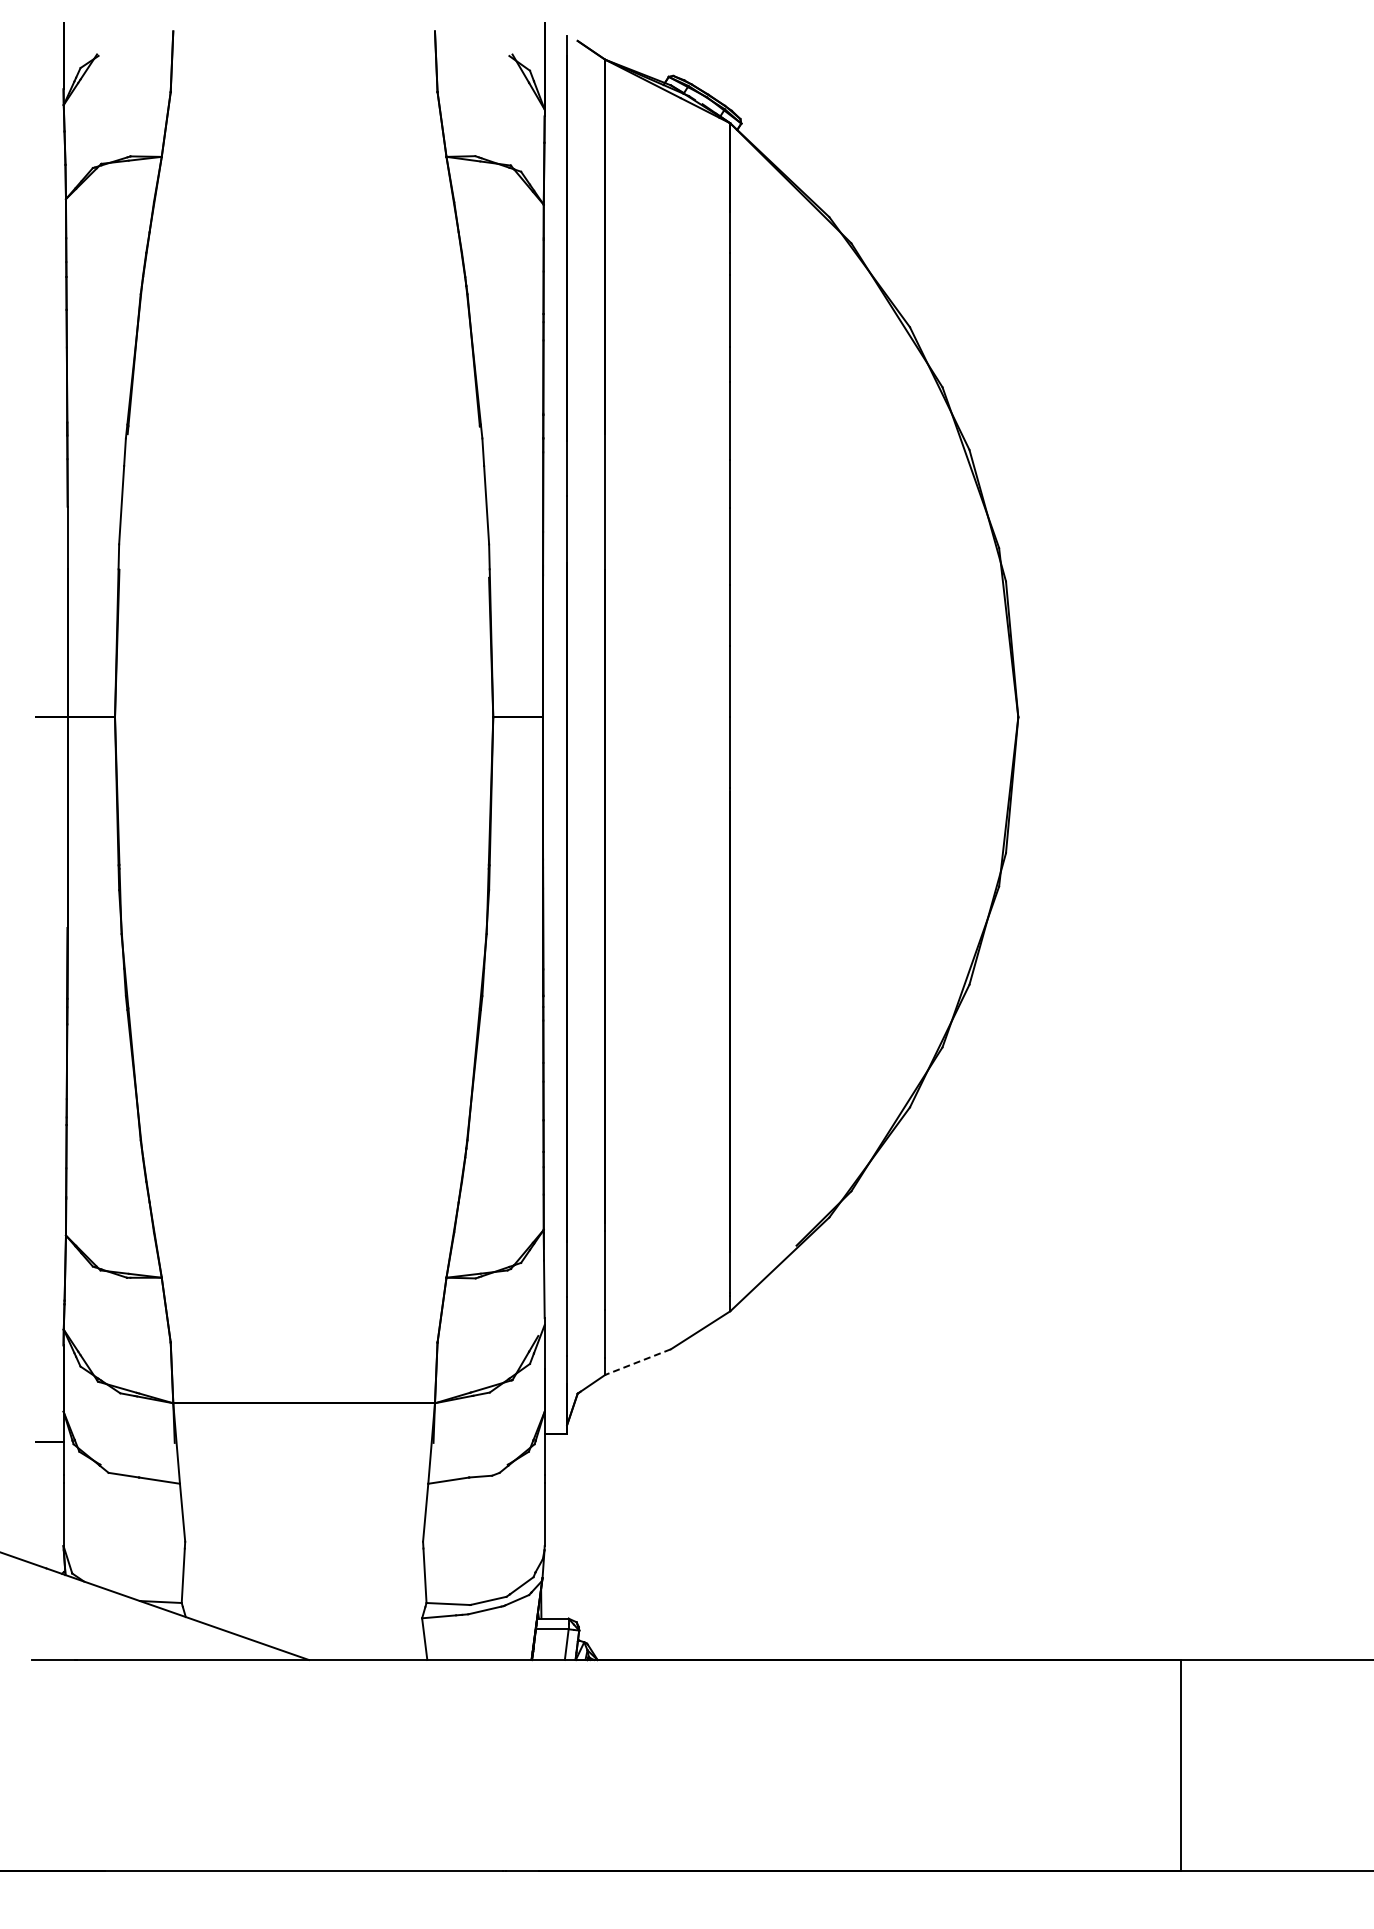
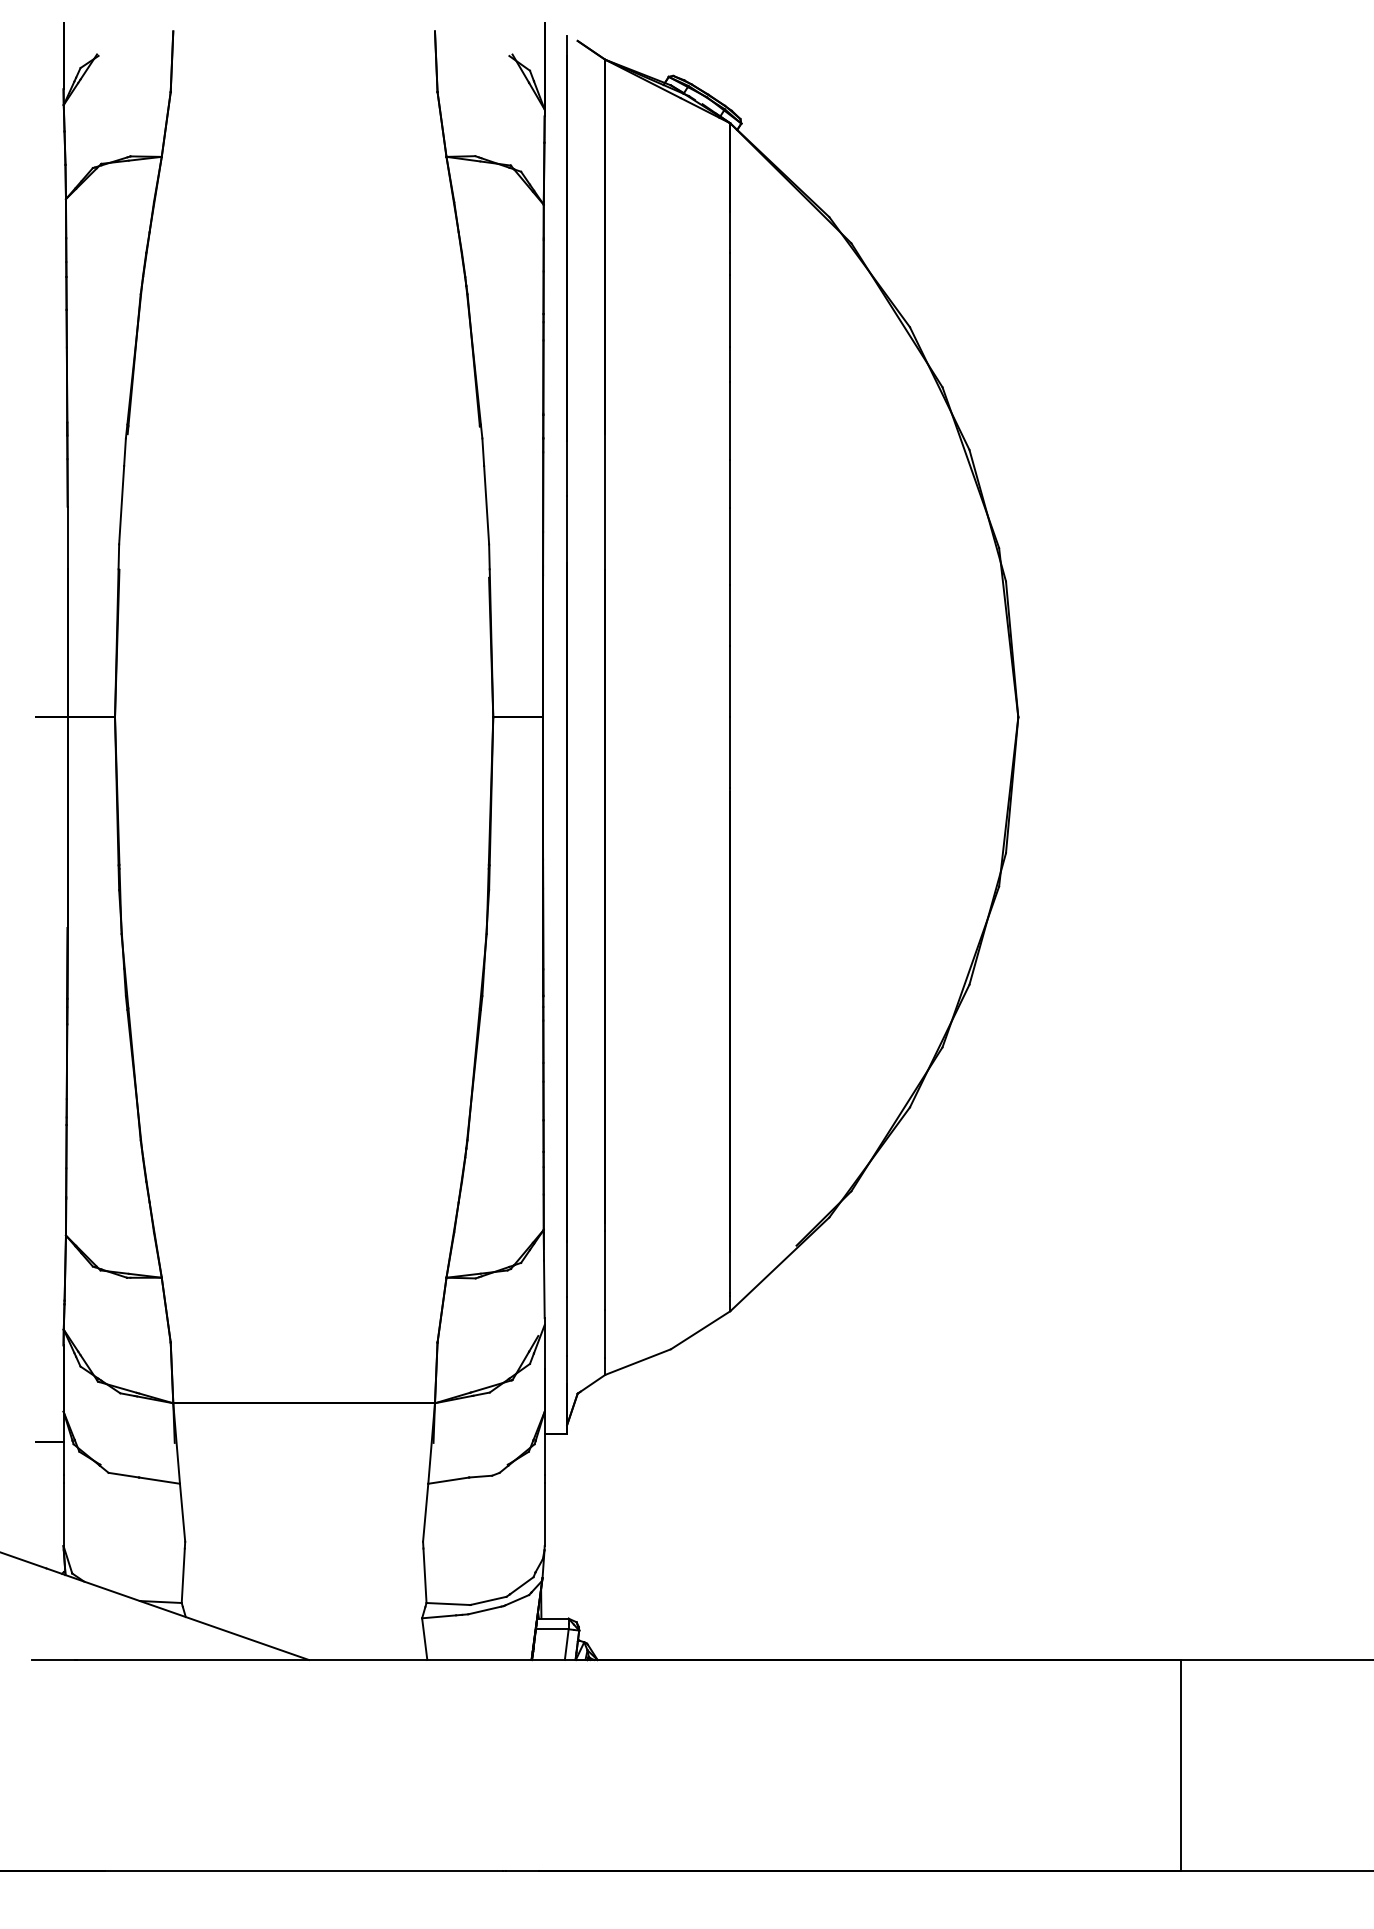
line at (637, 1362): dashed -> solid
